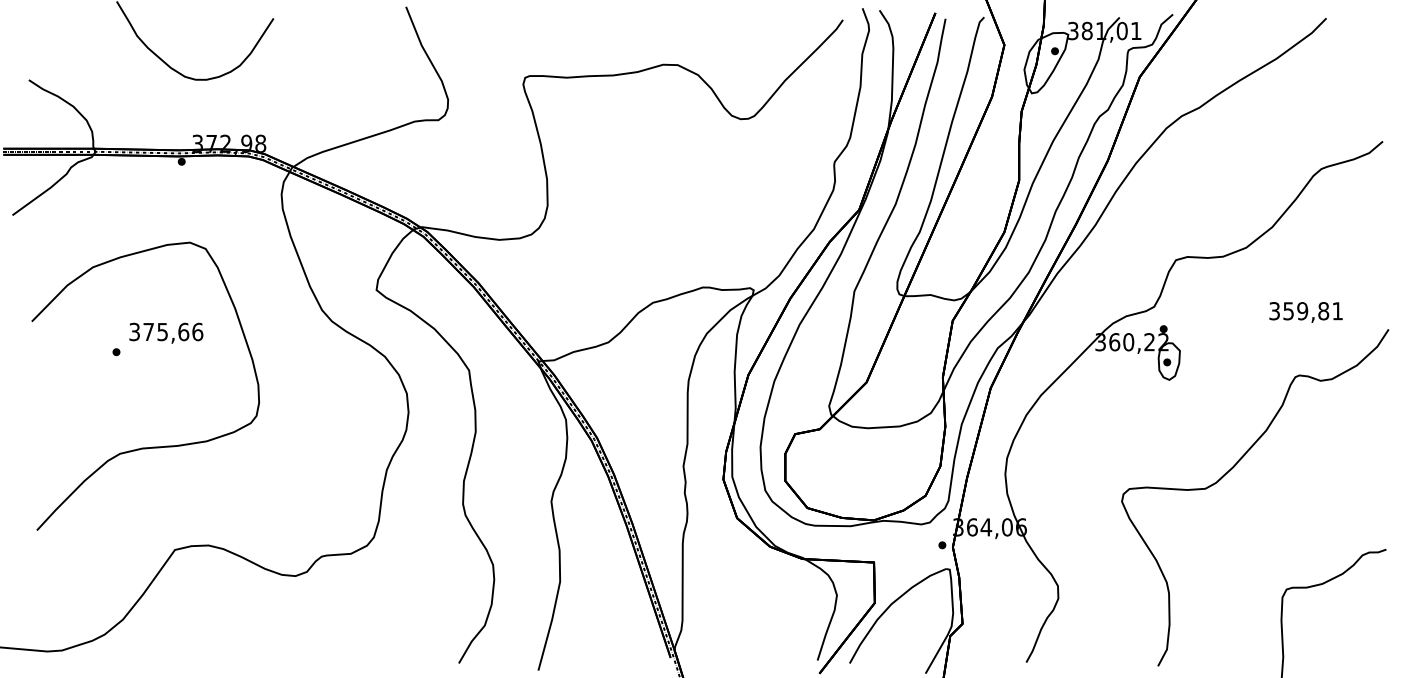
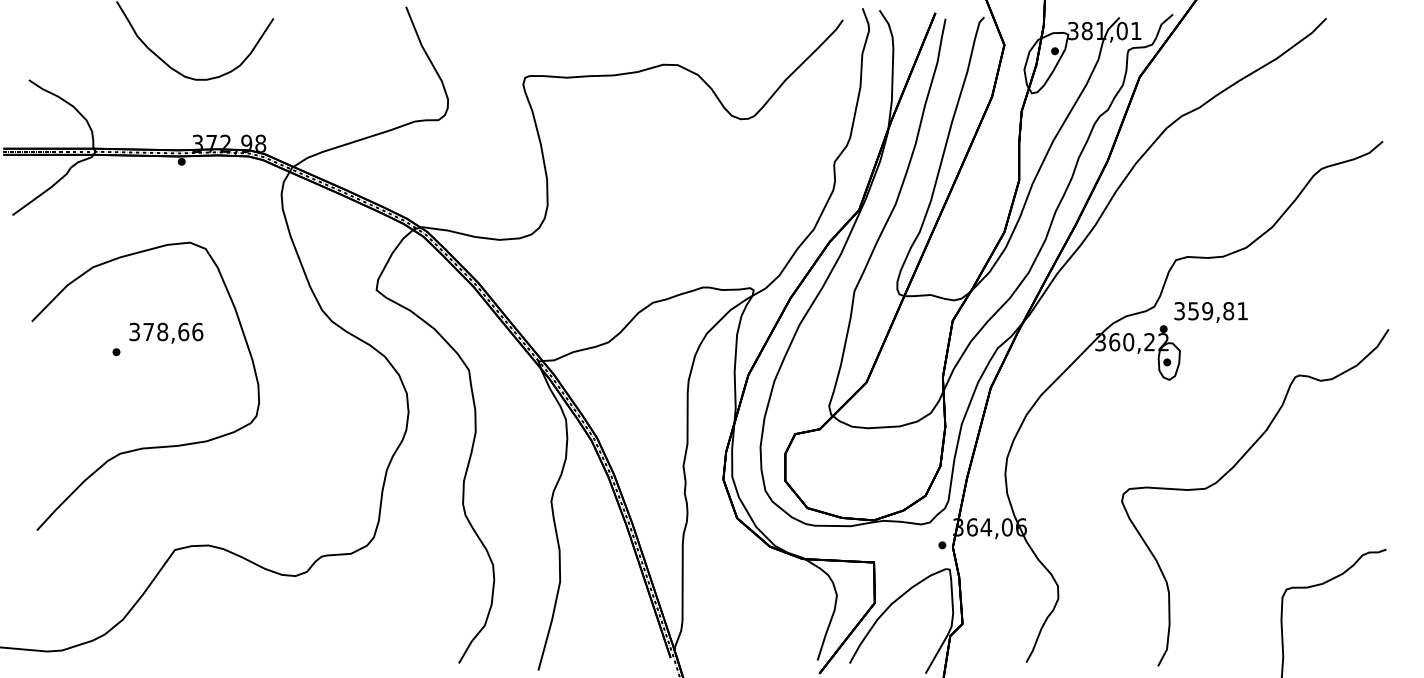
text at (1305, 312) position: (1305, 312) -> (1210, 312)
text at (162, 331): 375,66 -> 378,66
